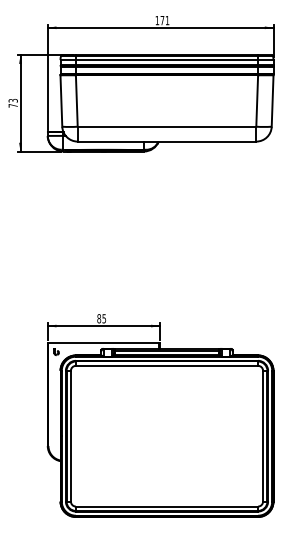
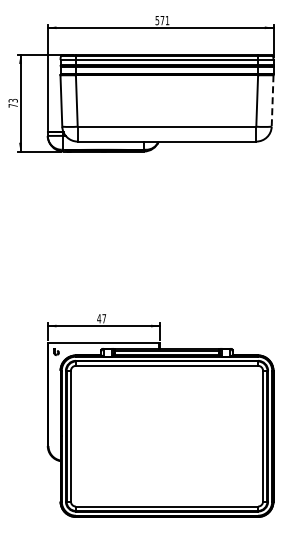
text at (157, 20): 171 -> 571
line at (272, 101): solid -> dashed
text at (101, 318): 85 -> 47
